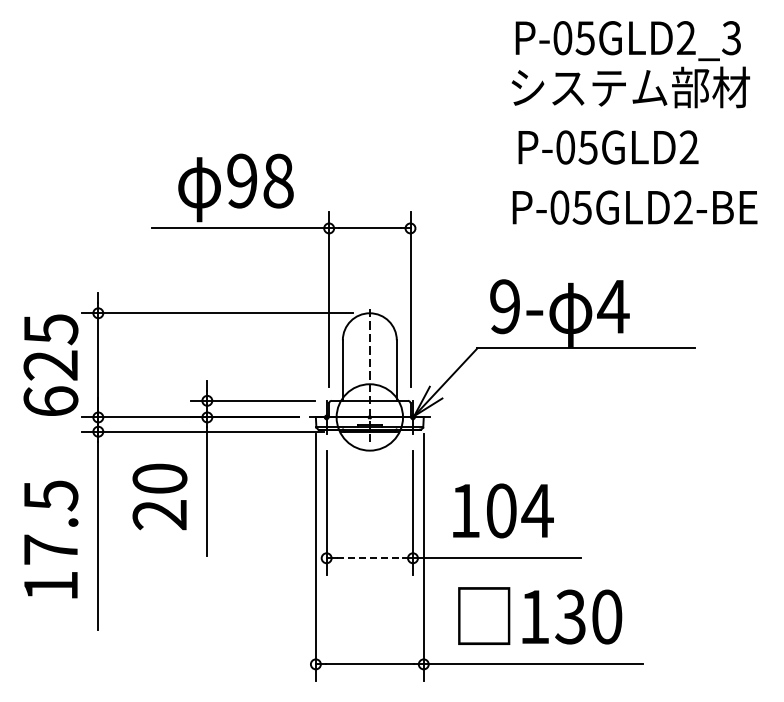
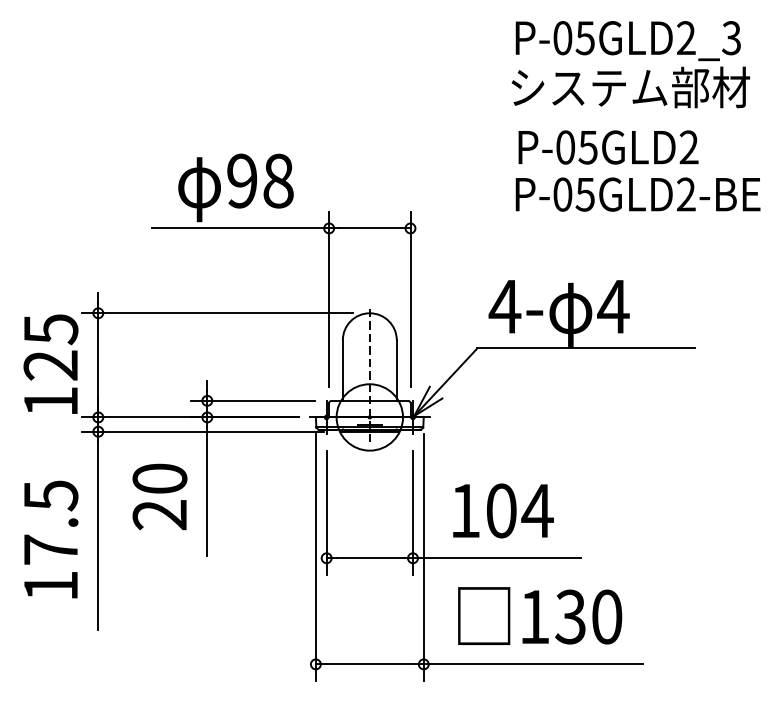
text at (634, 207) position: (634, 207) -> (637, 194)
text at (504, 306): 9- -> 4-
text at (50, 400): 625 -> 125
line at (370, 558): dashed -> solid
